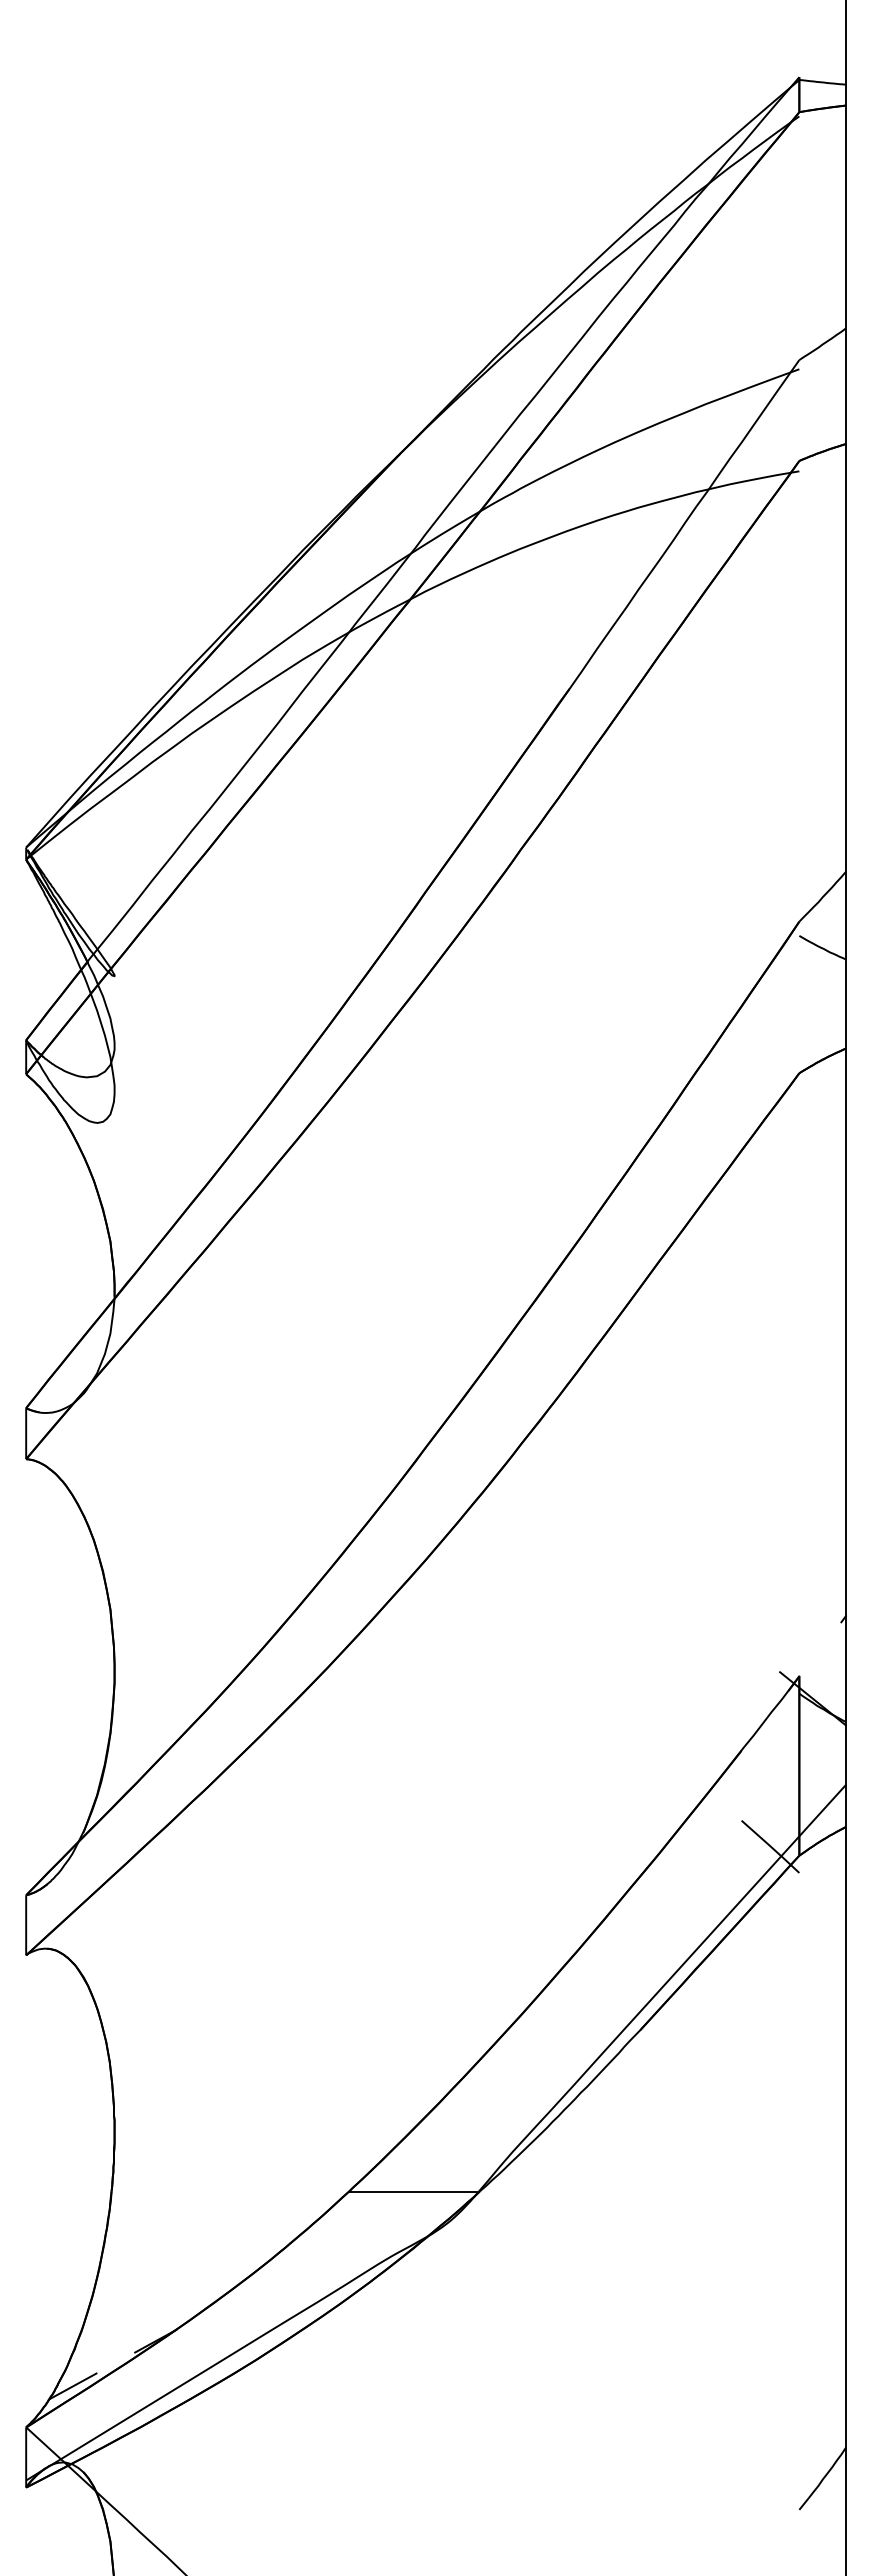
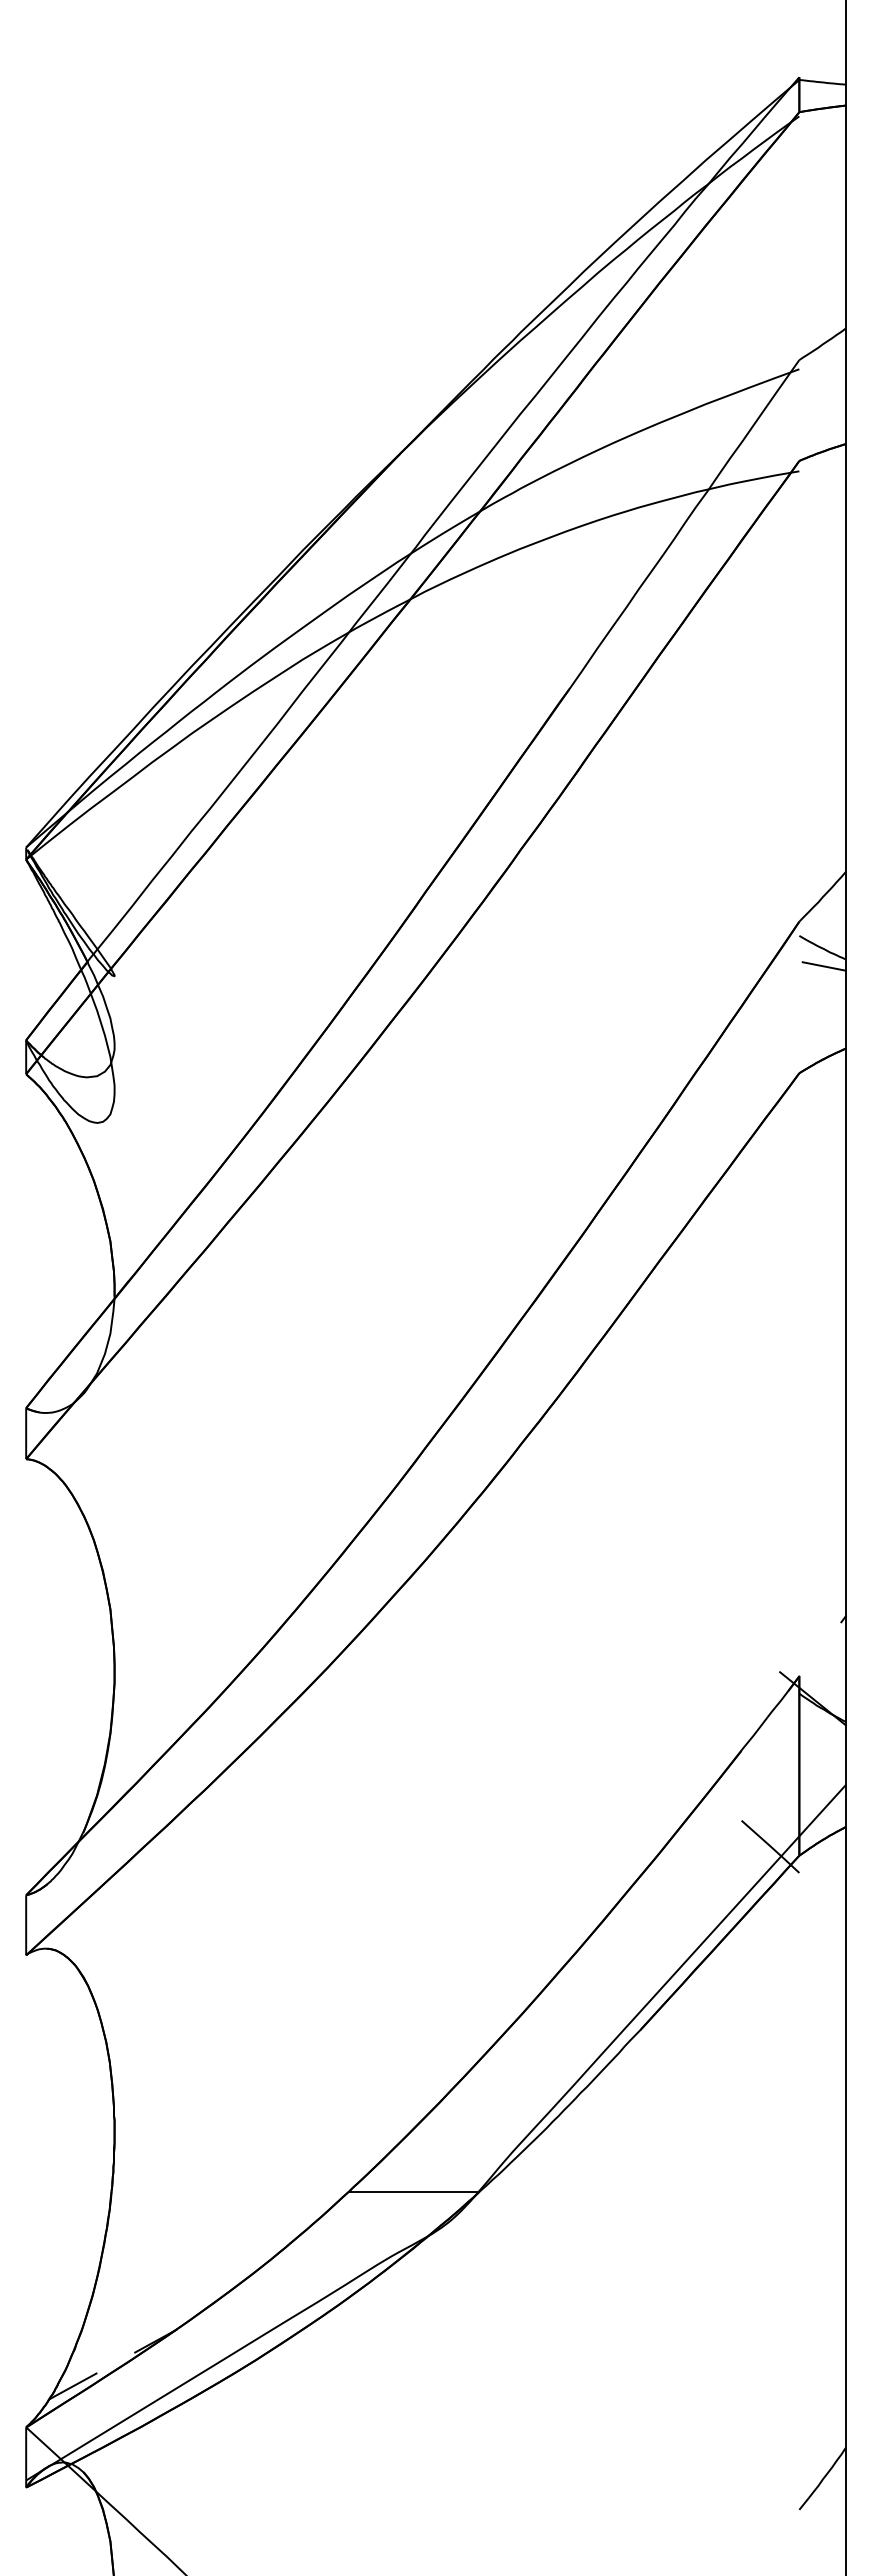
line at (823, 966): none -> present
